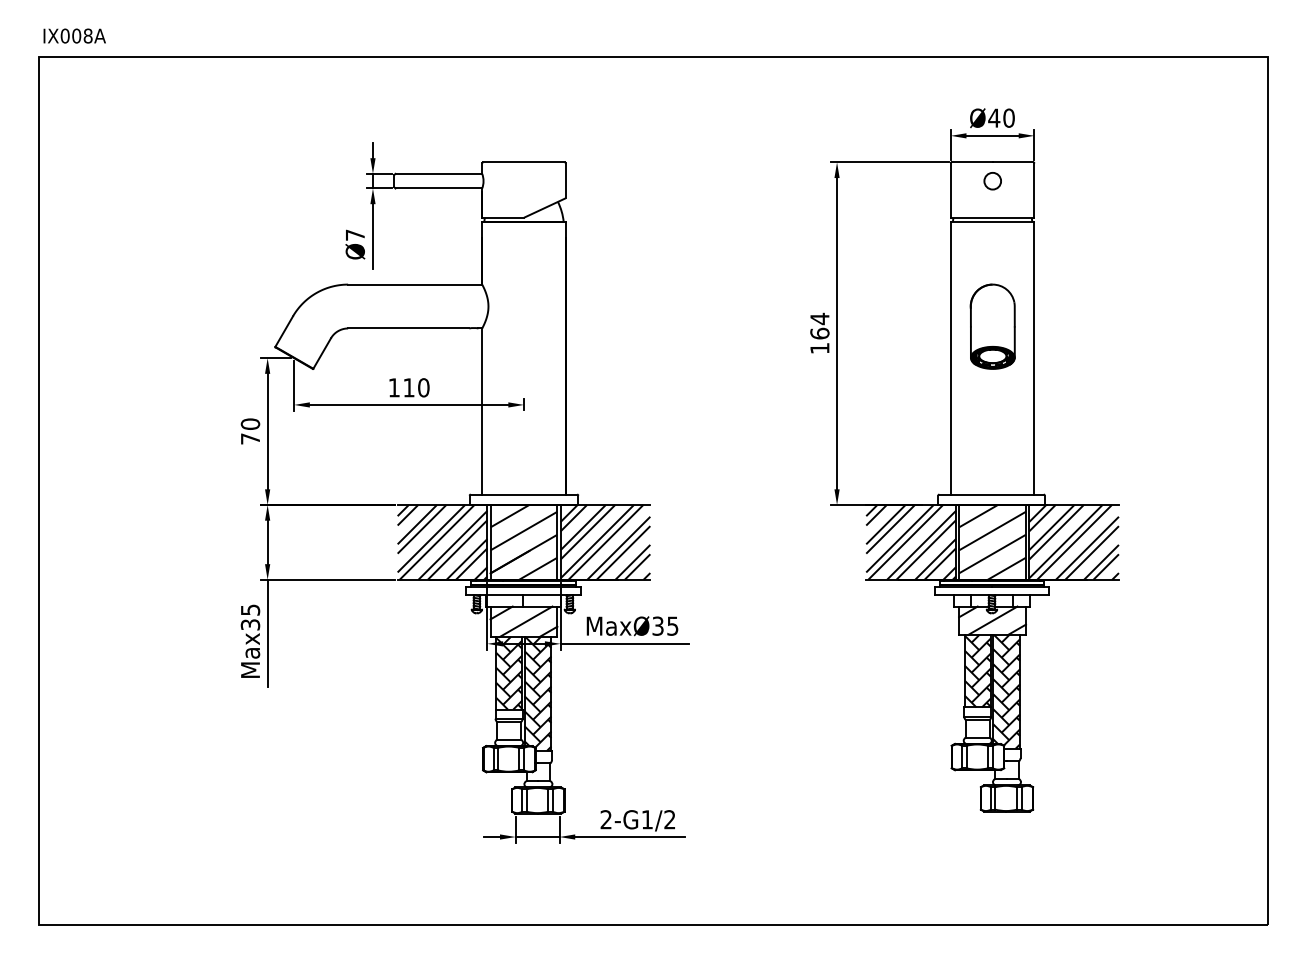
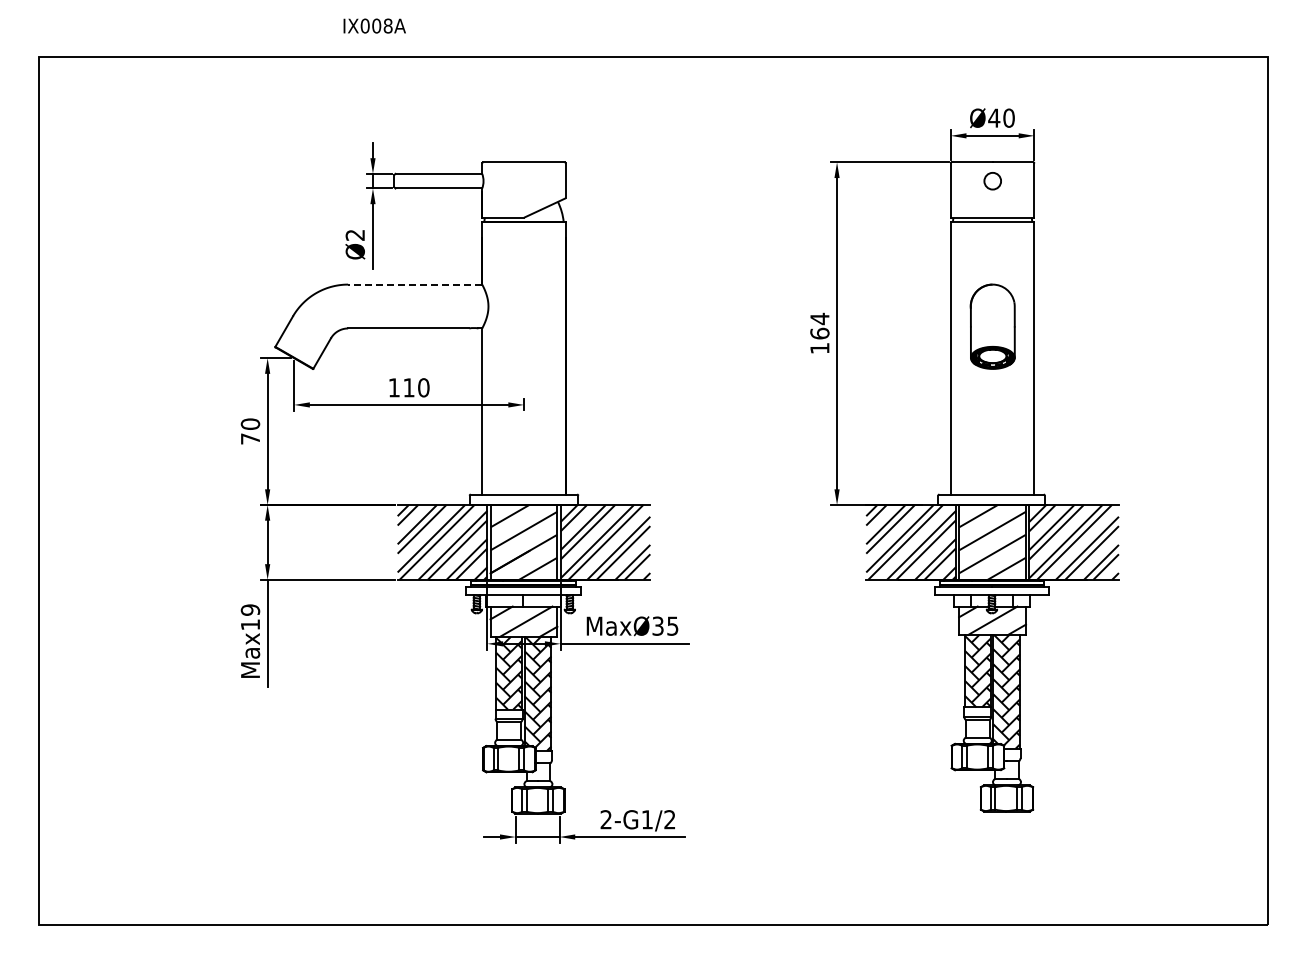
text at (74, 35) position: (74, 35) -> (374, 25)
text at (354, 234): Ø7 -> Ø2
line at (414, 284): solid -> dashed
text at (250, 617): Max35 -> Max19
